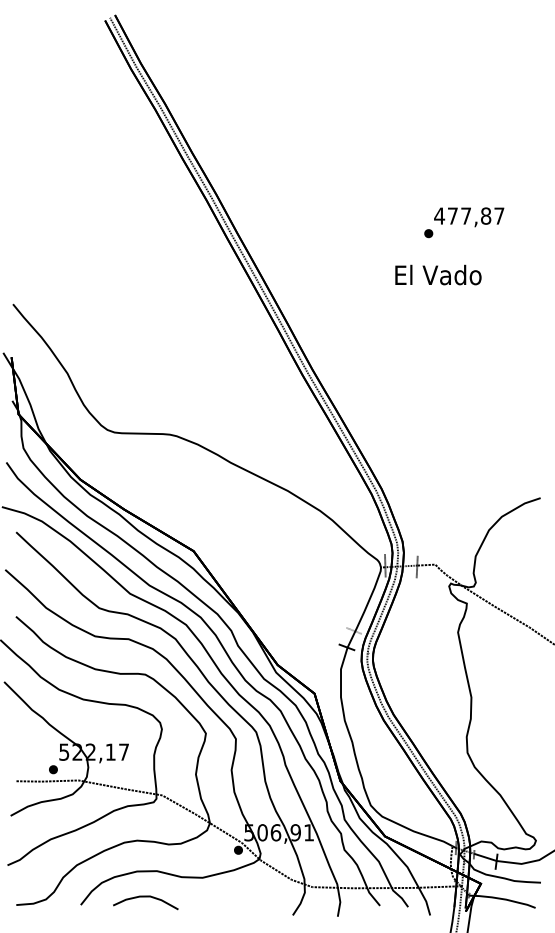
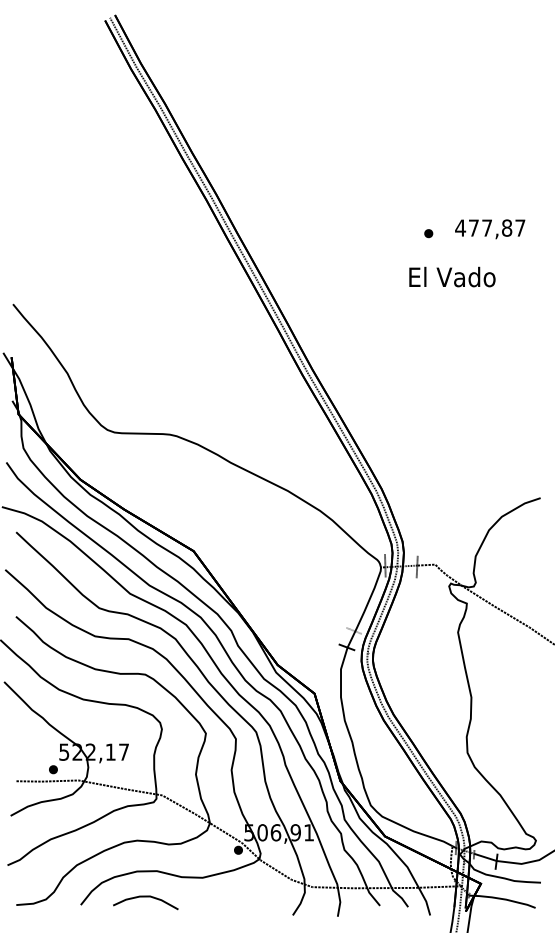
text at (469, 217) position: (469, 217) -> (490, 229)
text at (438, 274) position: (438, 274) -> (452, 276)
